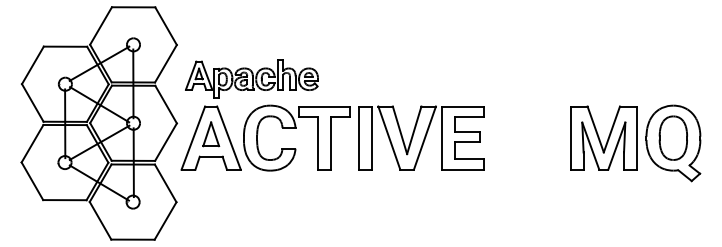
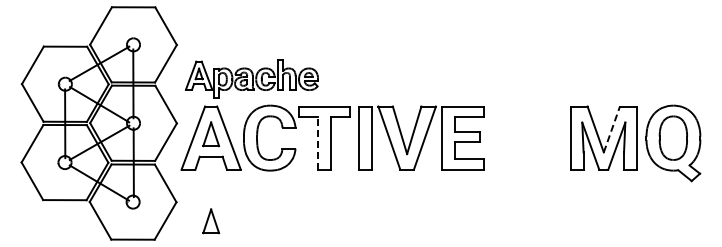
line at (612, 129): solid -> dashed
line at (317, 142): solid -> dashed
part at (211, 221): none -> present
